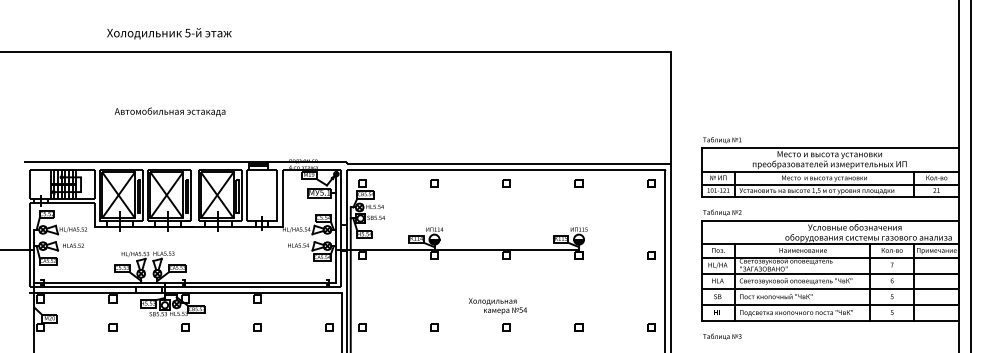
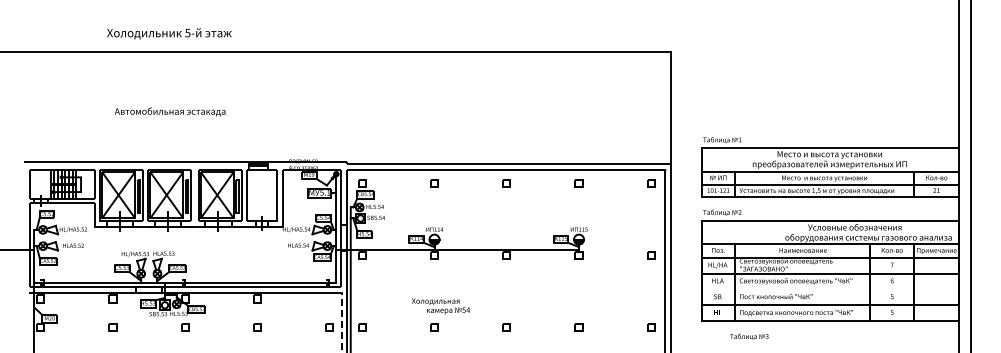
line at (830, 289): present -> none
text at (497, 306) position: (497, 306) -> (440, 306)
line at (341, 322): solid -> dashed
text at (722, 336) position: (722, 336) -> (749, 336)
